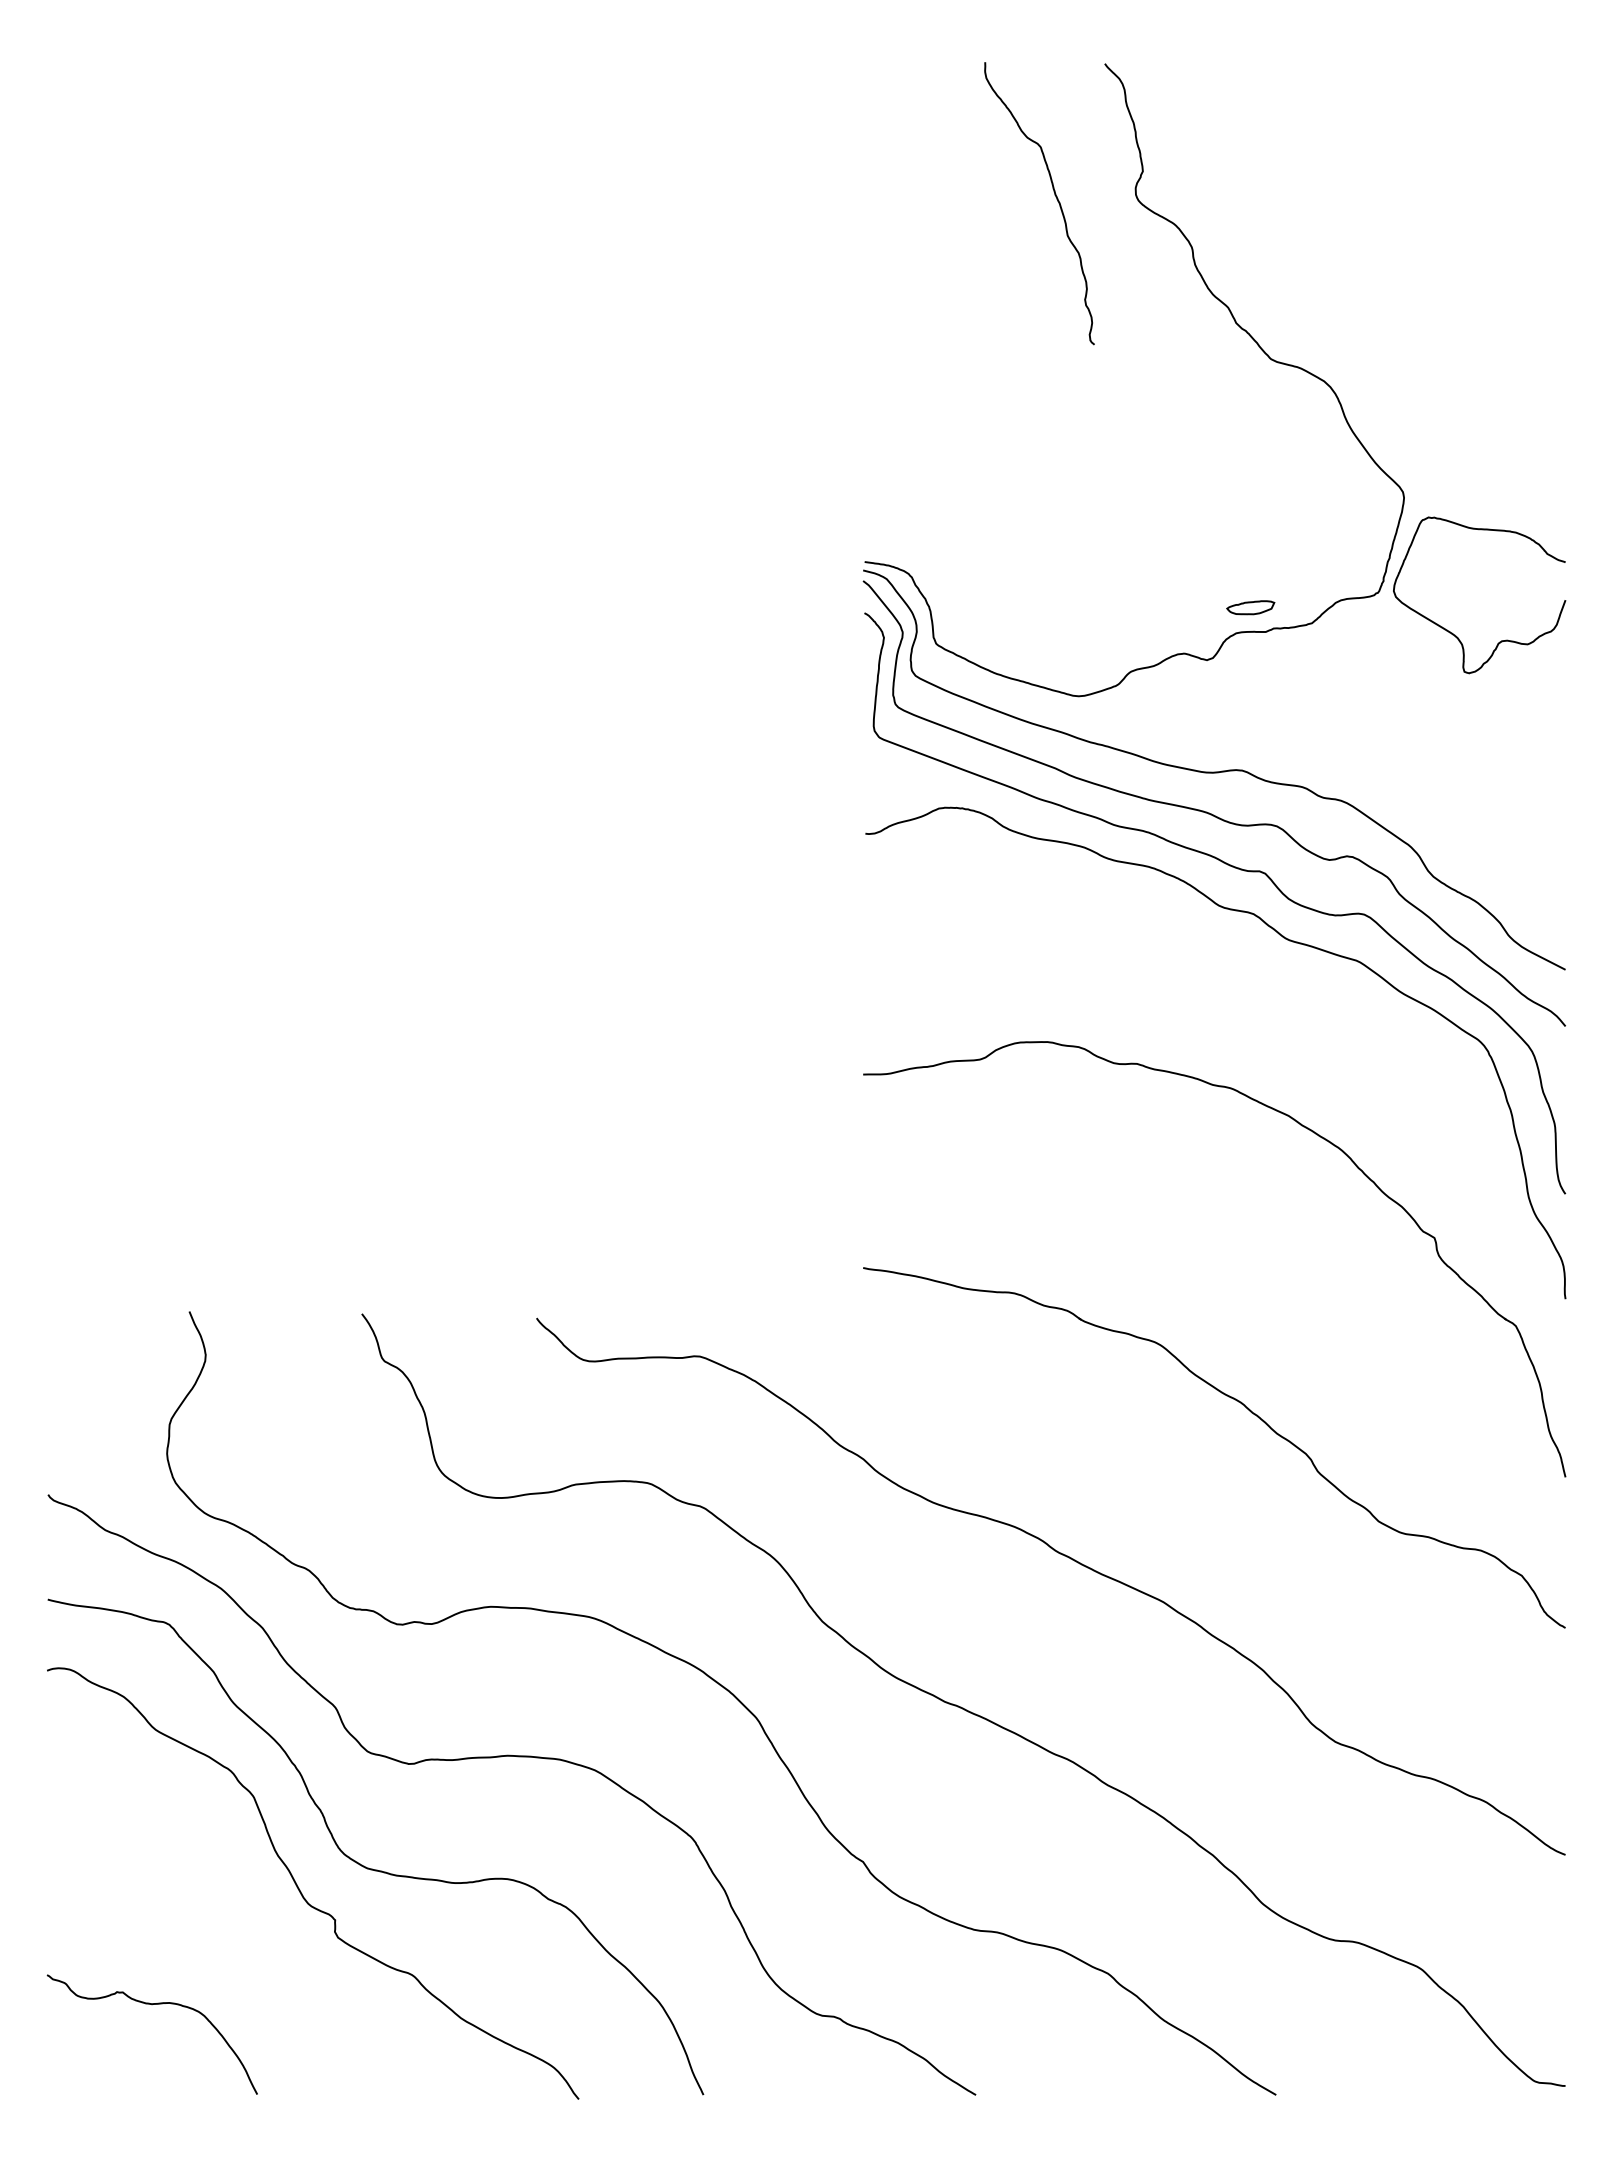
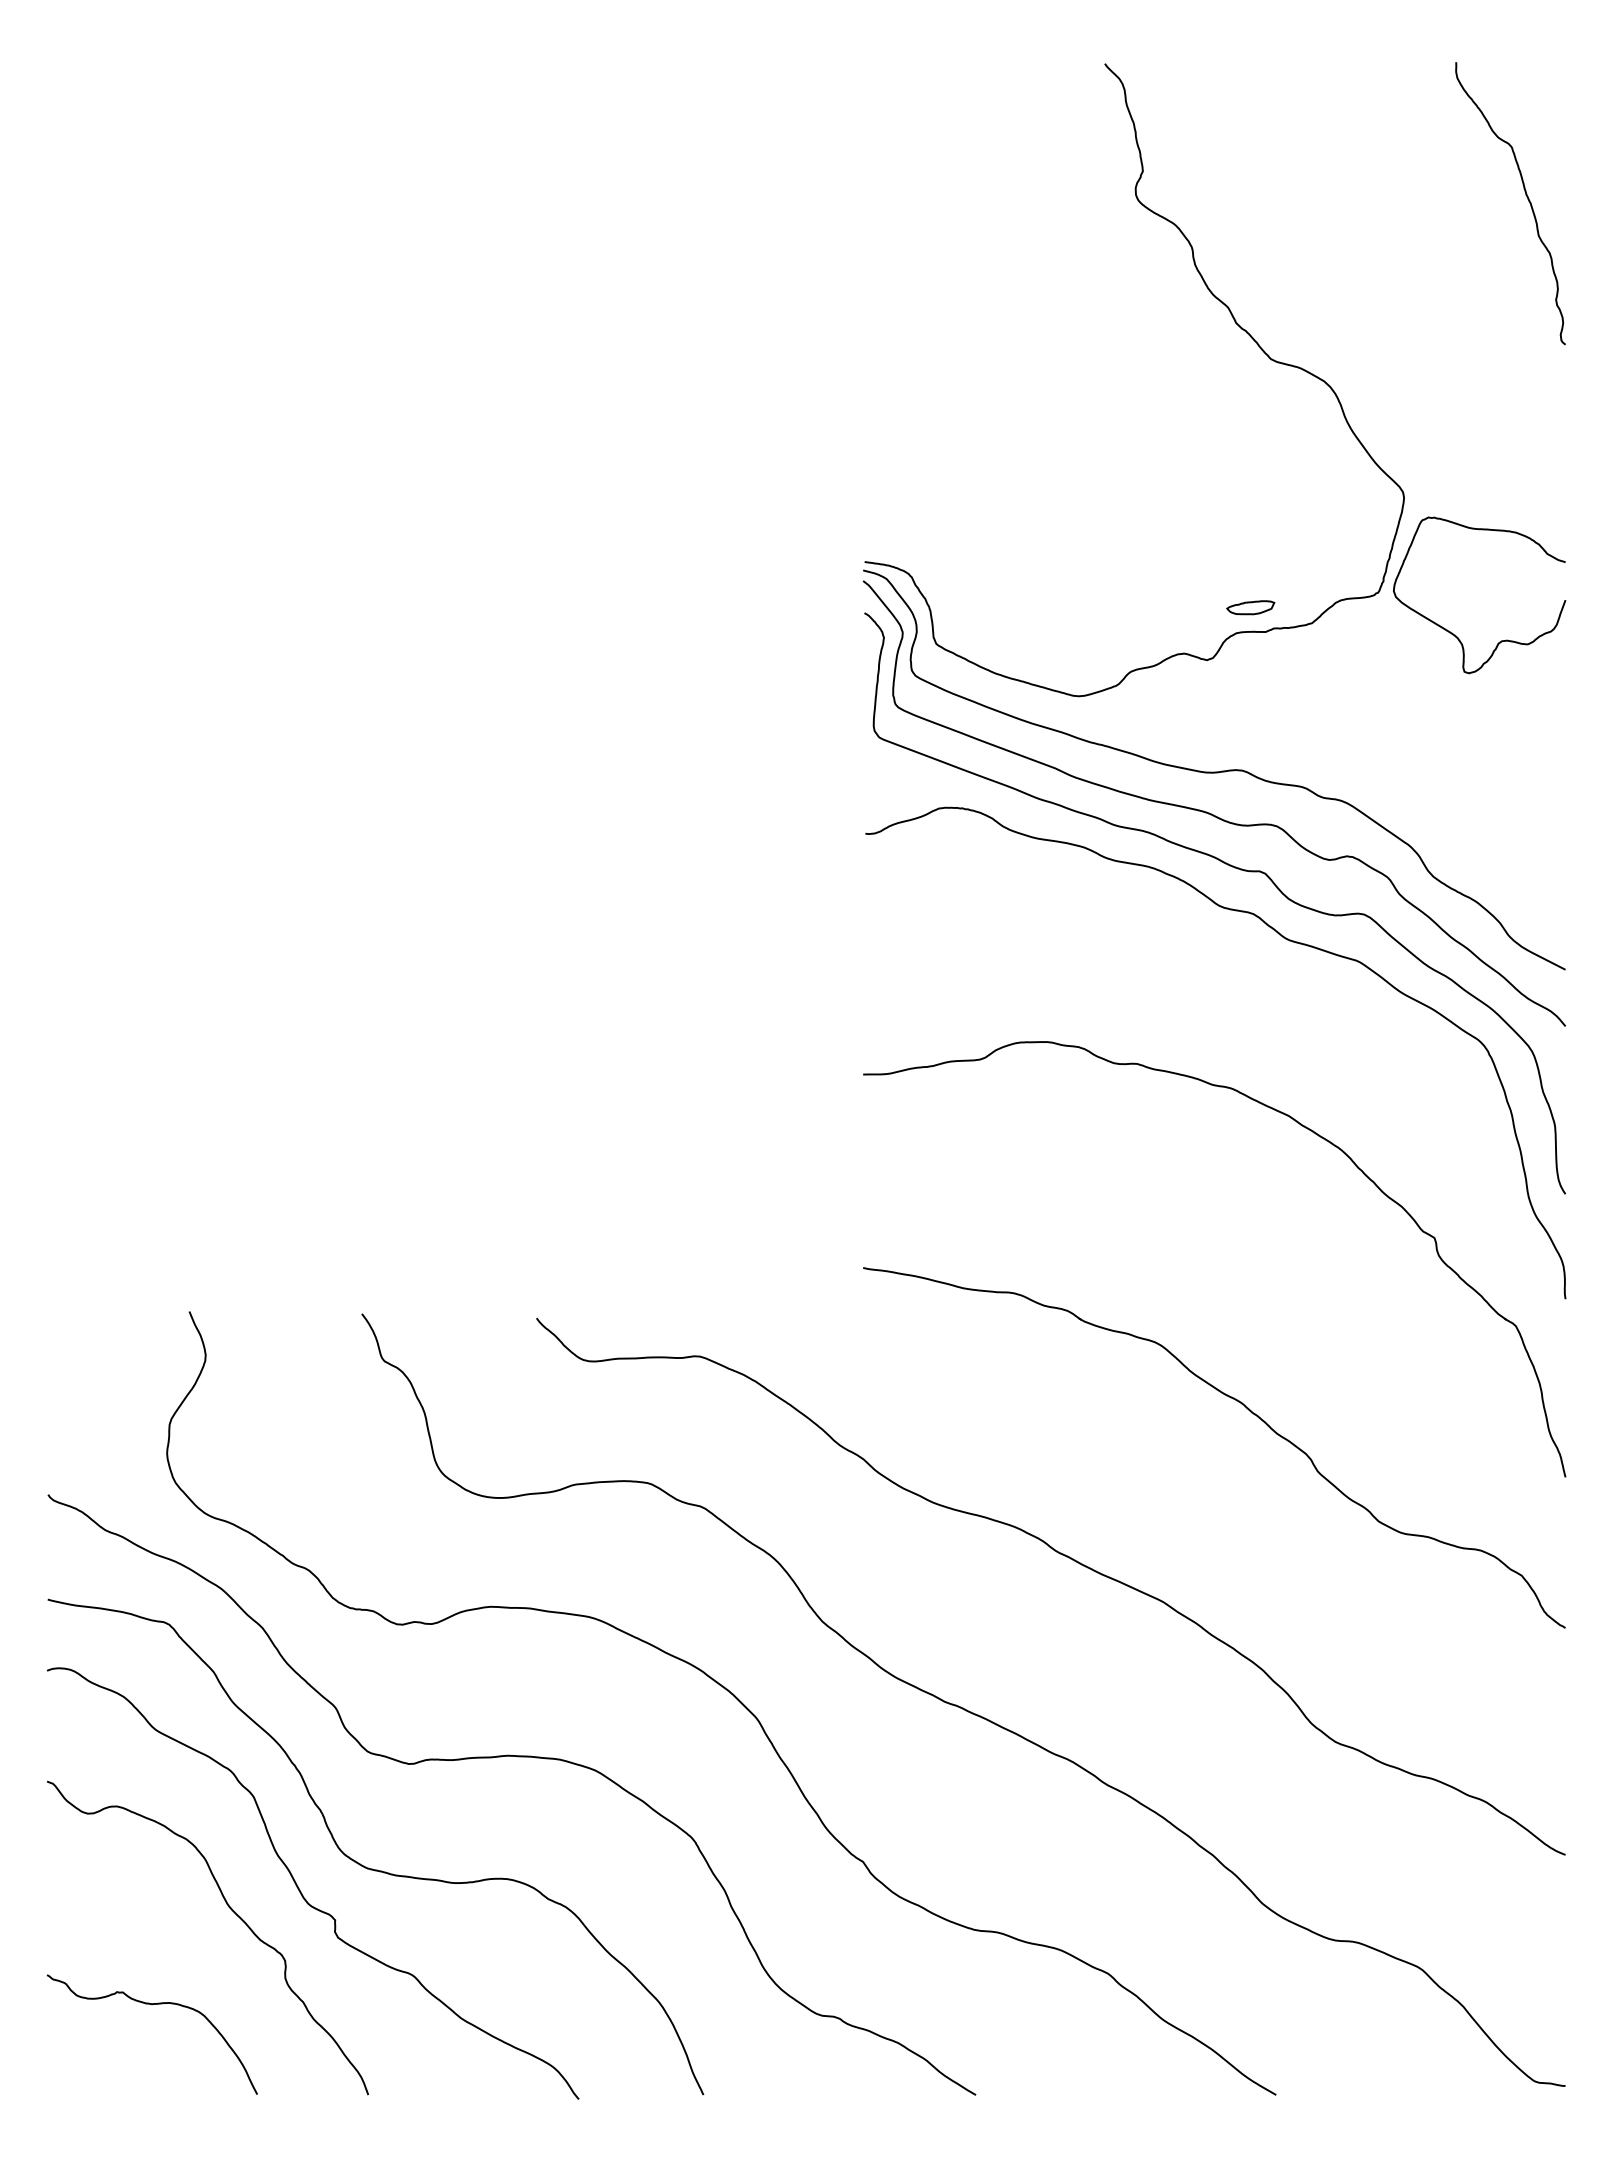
curve at (1054, 195) position: (1054, 195) -> (1525, 195)
curve at (232, 1911): none -> present
